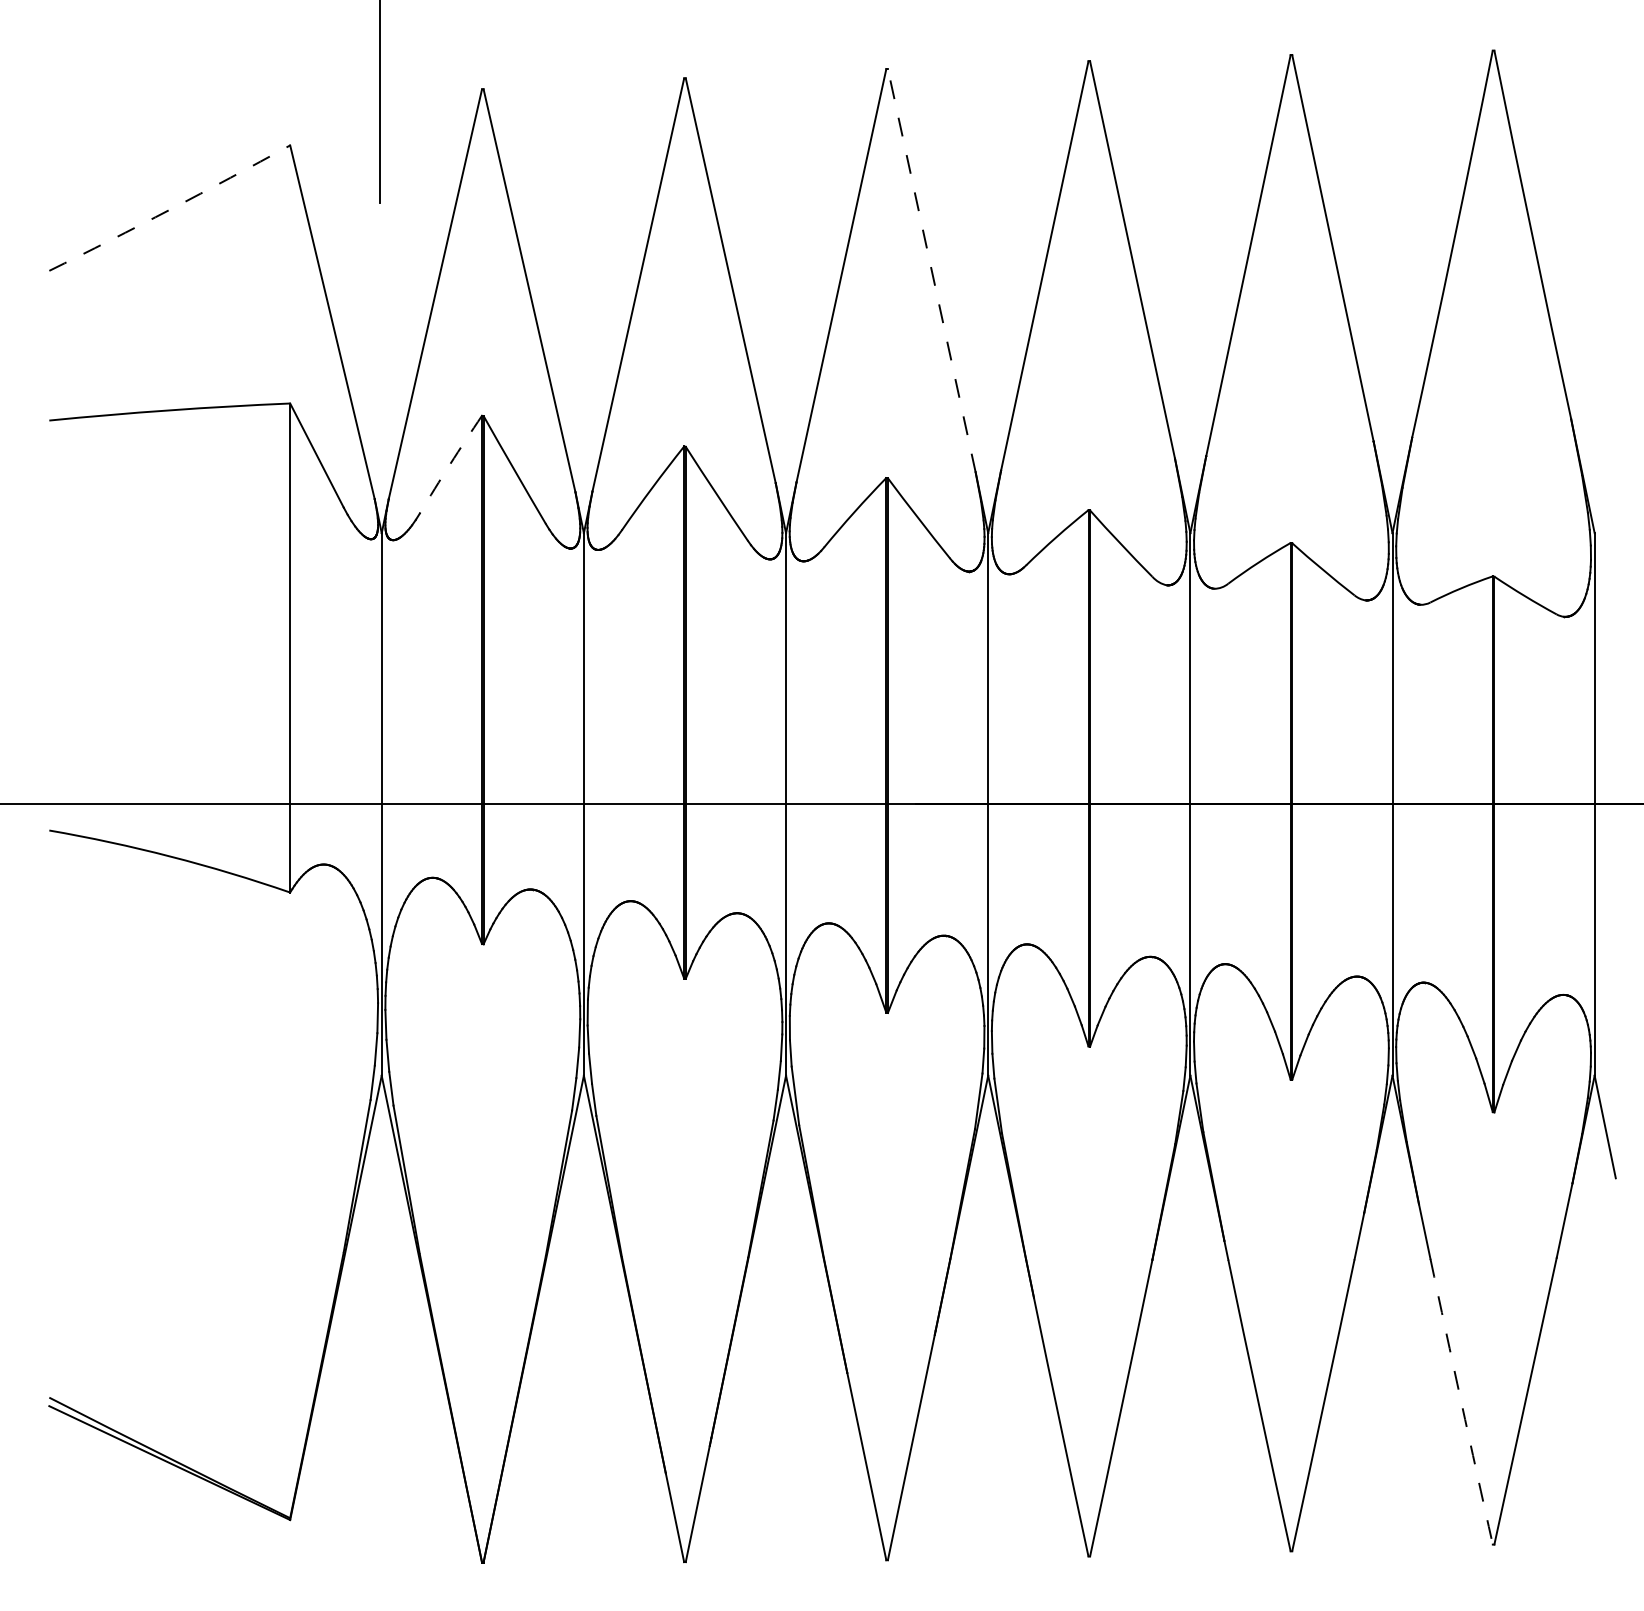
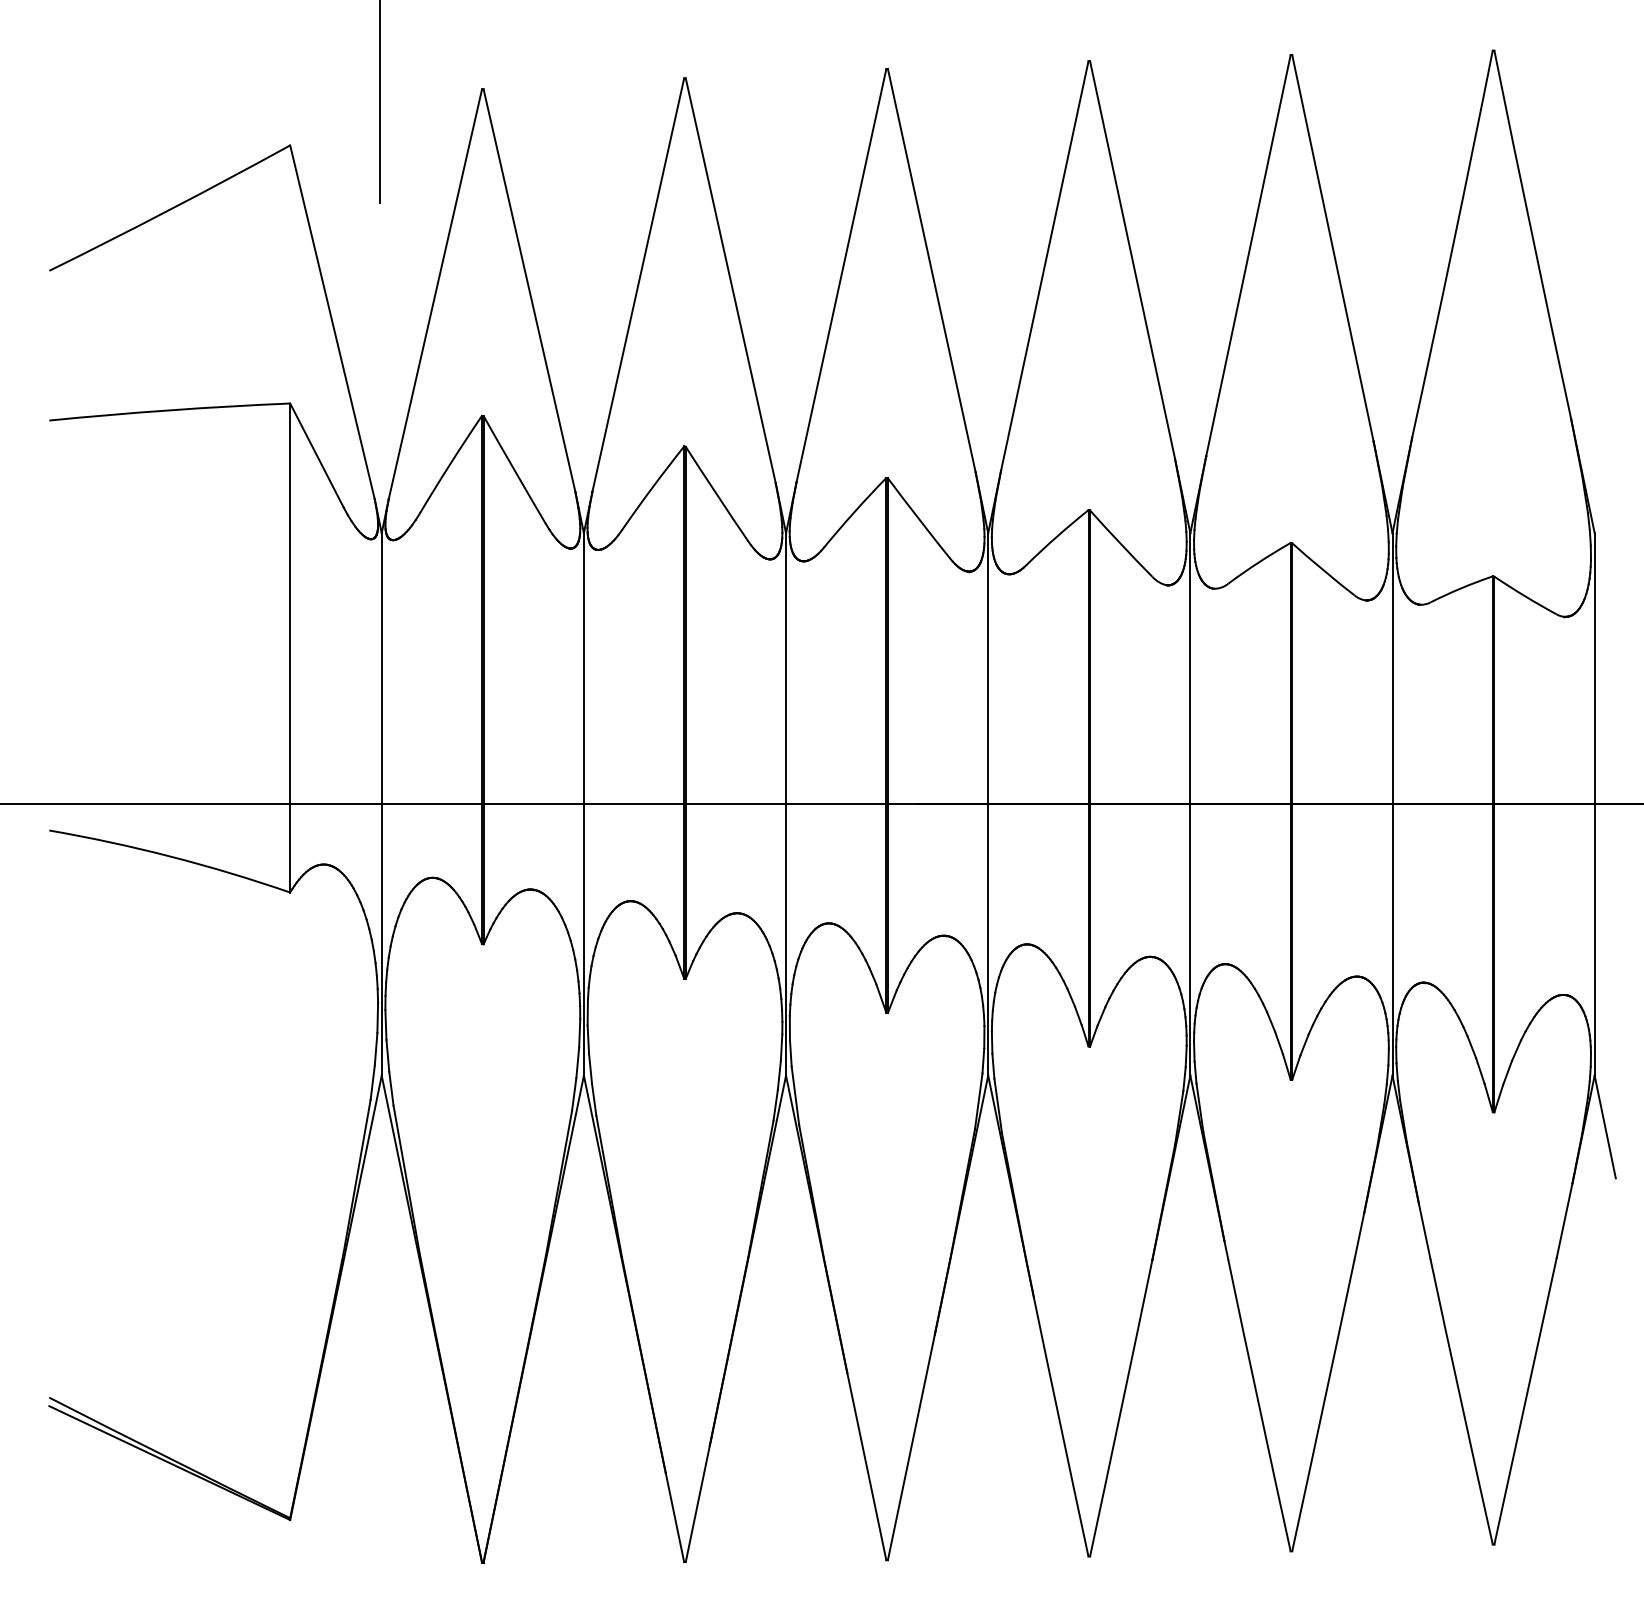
arc at (170, 209): dashed -> solid
line at (931, 270): dashed -> solid
arc at (450, 464): dashed -> solid
arc at (1461, 1401): dashed -> solid
